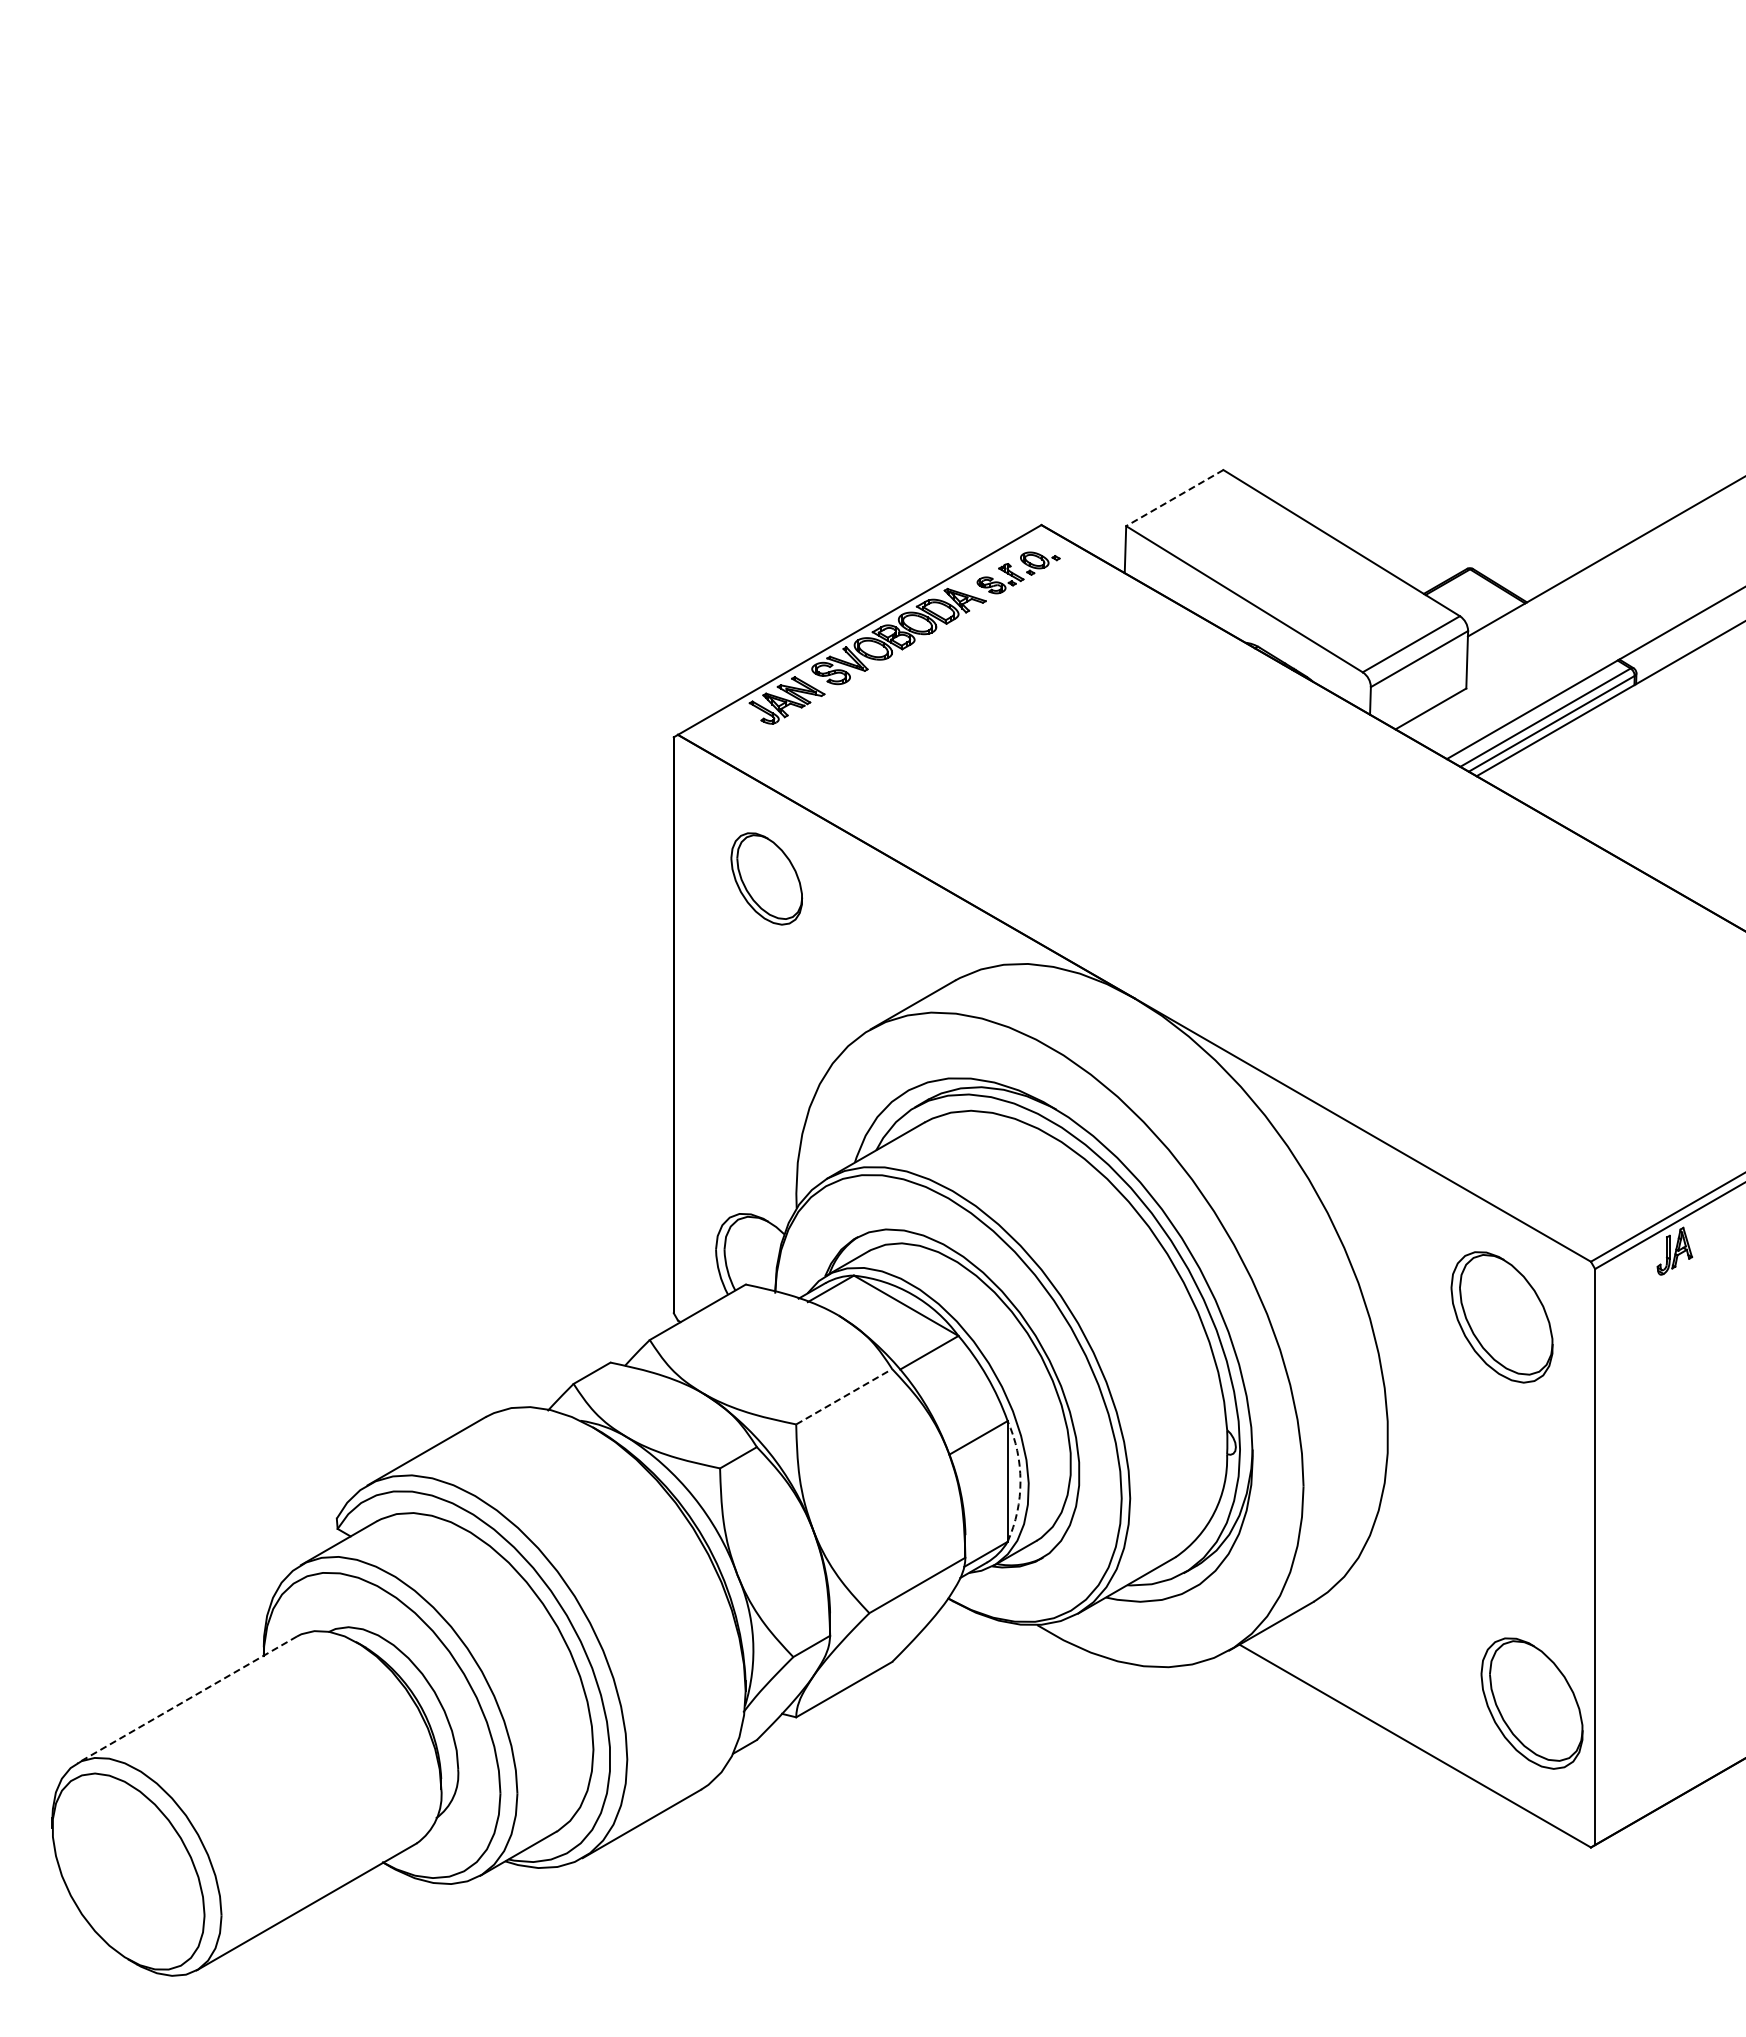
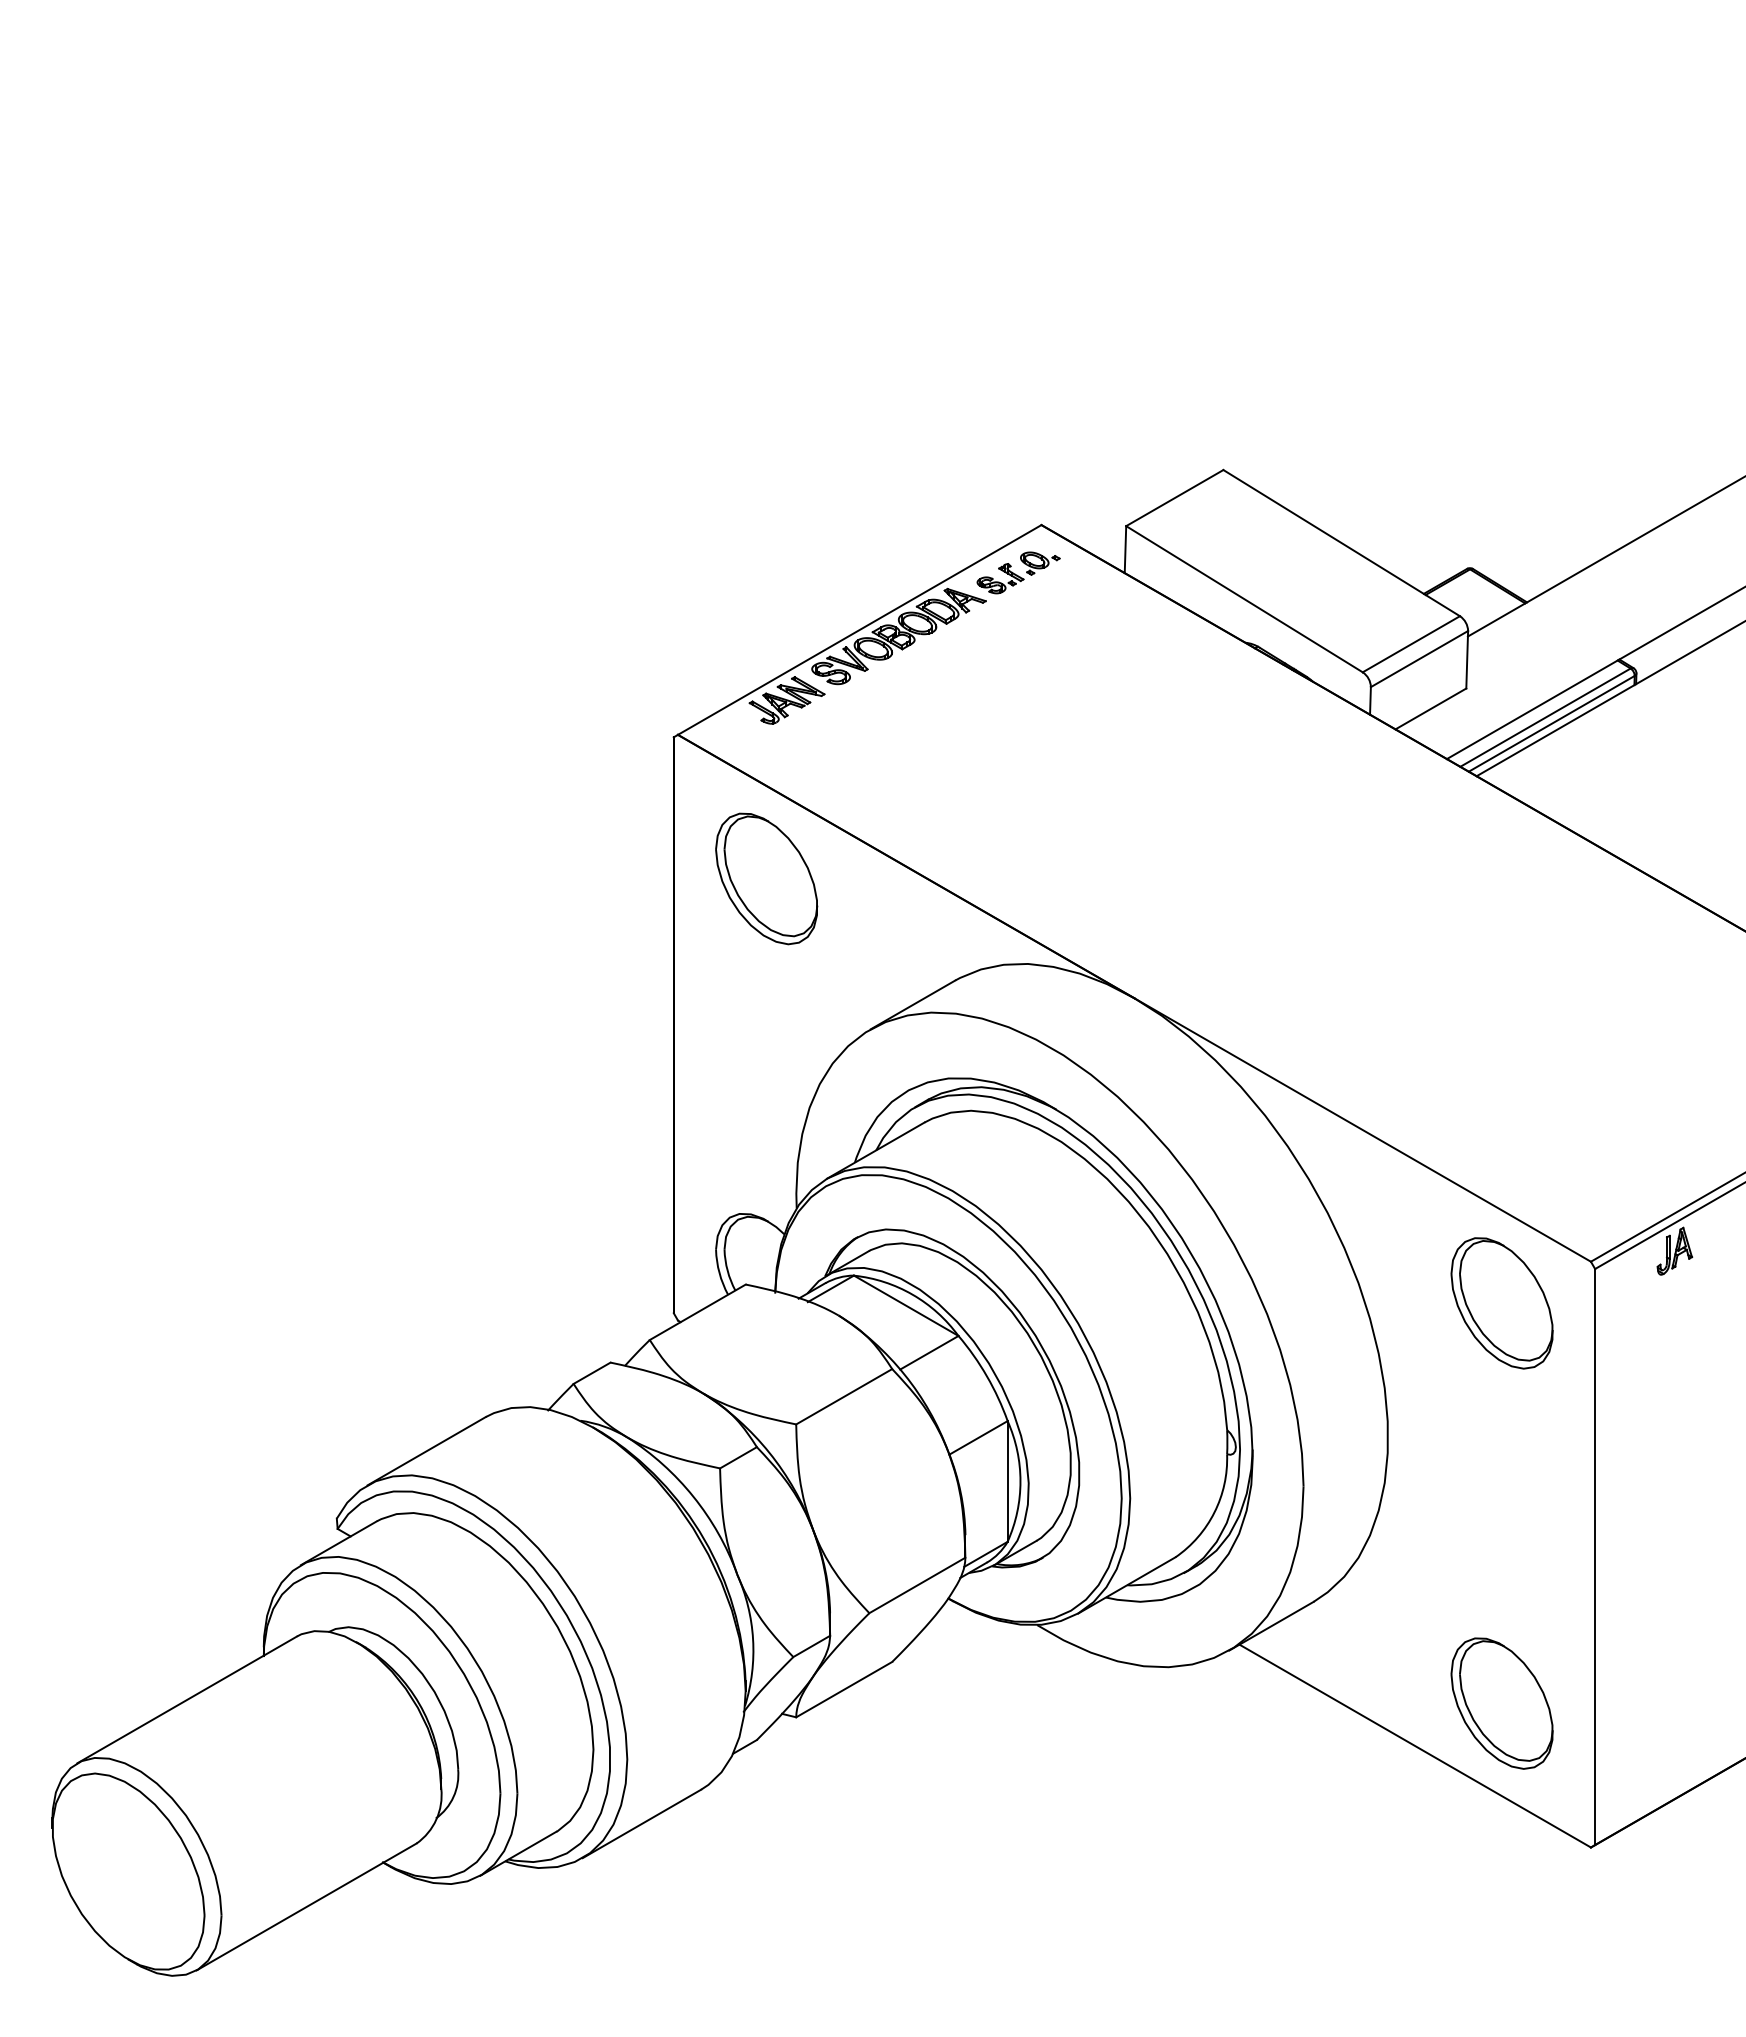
line at (1174, 498): dashed -> solid
part at (766, 878) size: 74x94 px -> 104x134 px
part at (1501, 1317) position: (1501, 1317) -> (1501, 1303)
line at (844, 1396): dashed -> solid
arc at (1020, 1481): dashed -> solid
line at (187, 1699): dashed -> solid
part at (1531, 1703) position: (1531, 1703) -> (1501, 1703)
